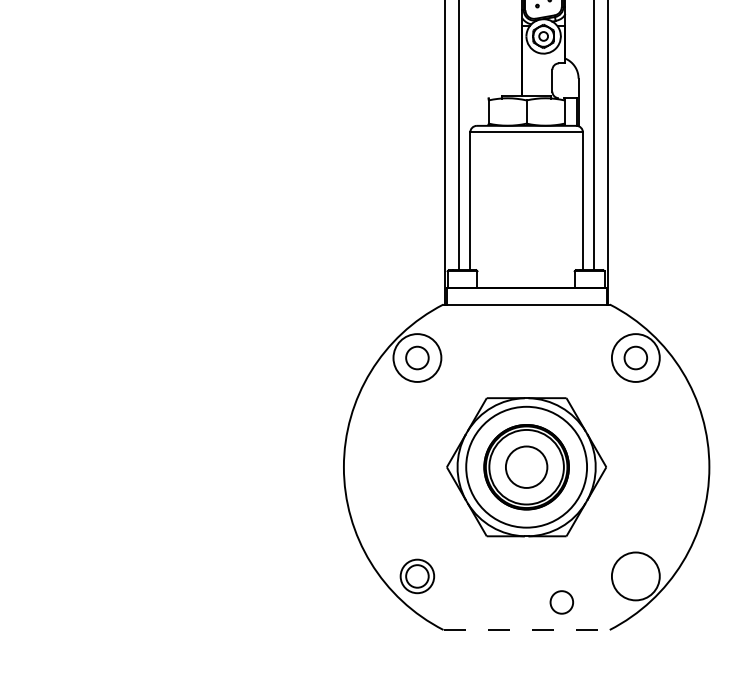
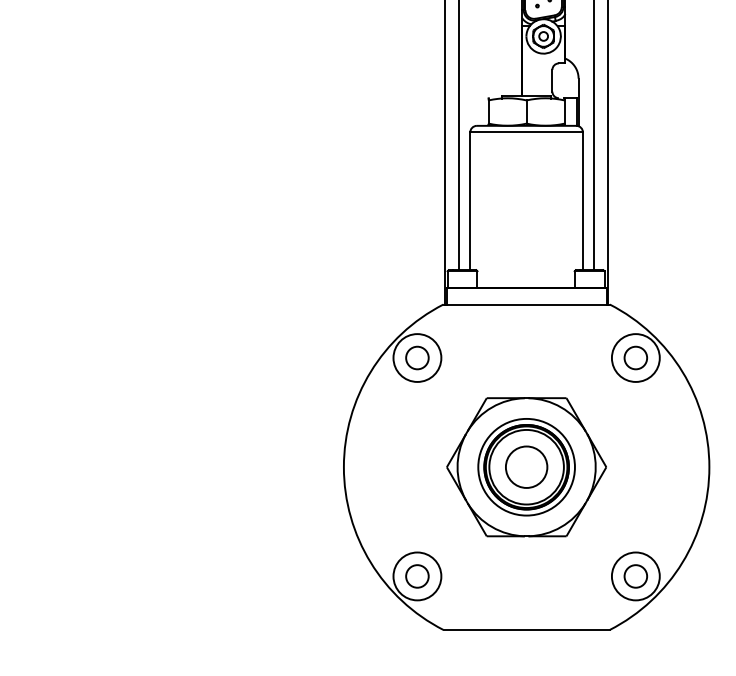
circle at (526, 466) diameter: 121 px -> 97 px
circle at (417, 576) diameter: 34 px -> 48 px
circle at (561, 602) position: (561, 602) -> (635, 576)
line at (527, 629): dashed -> solid
